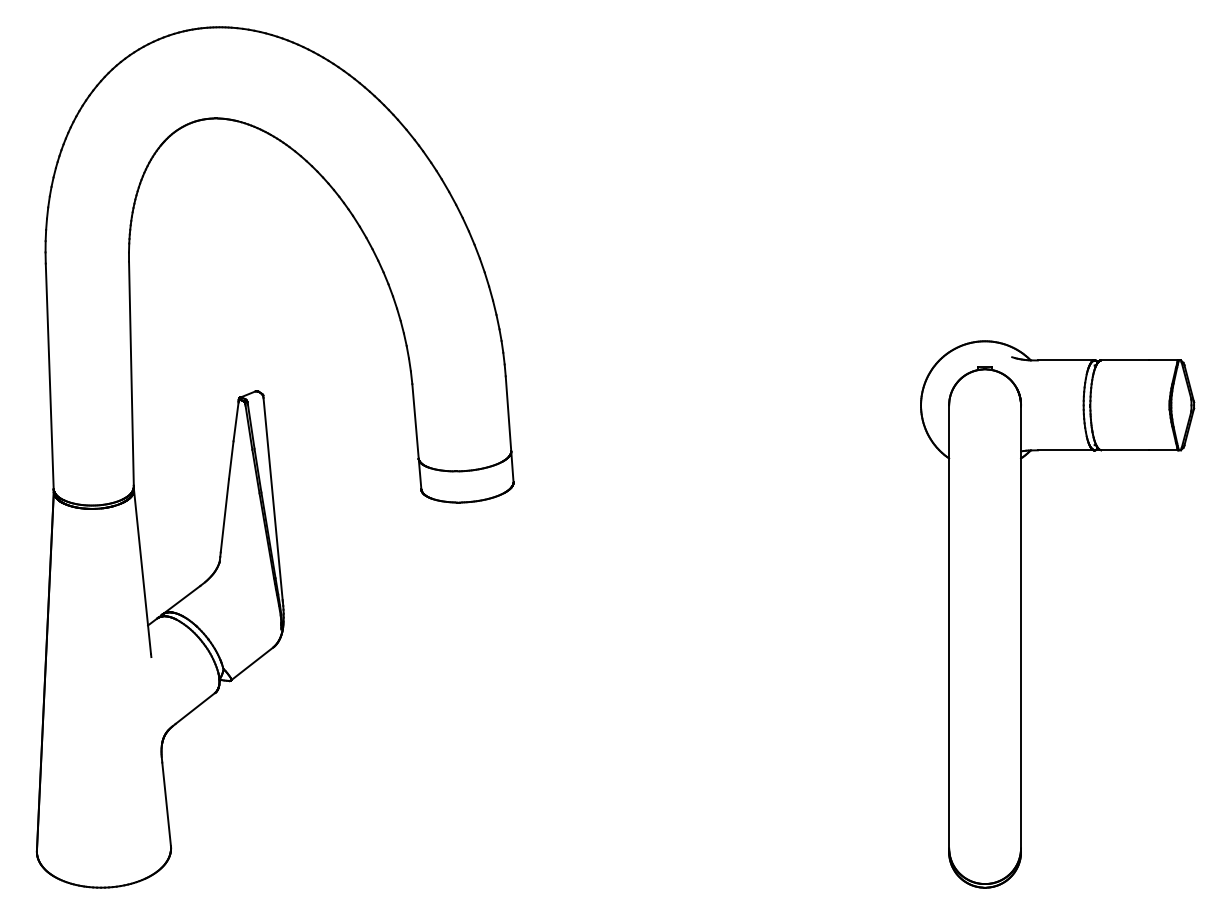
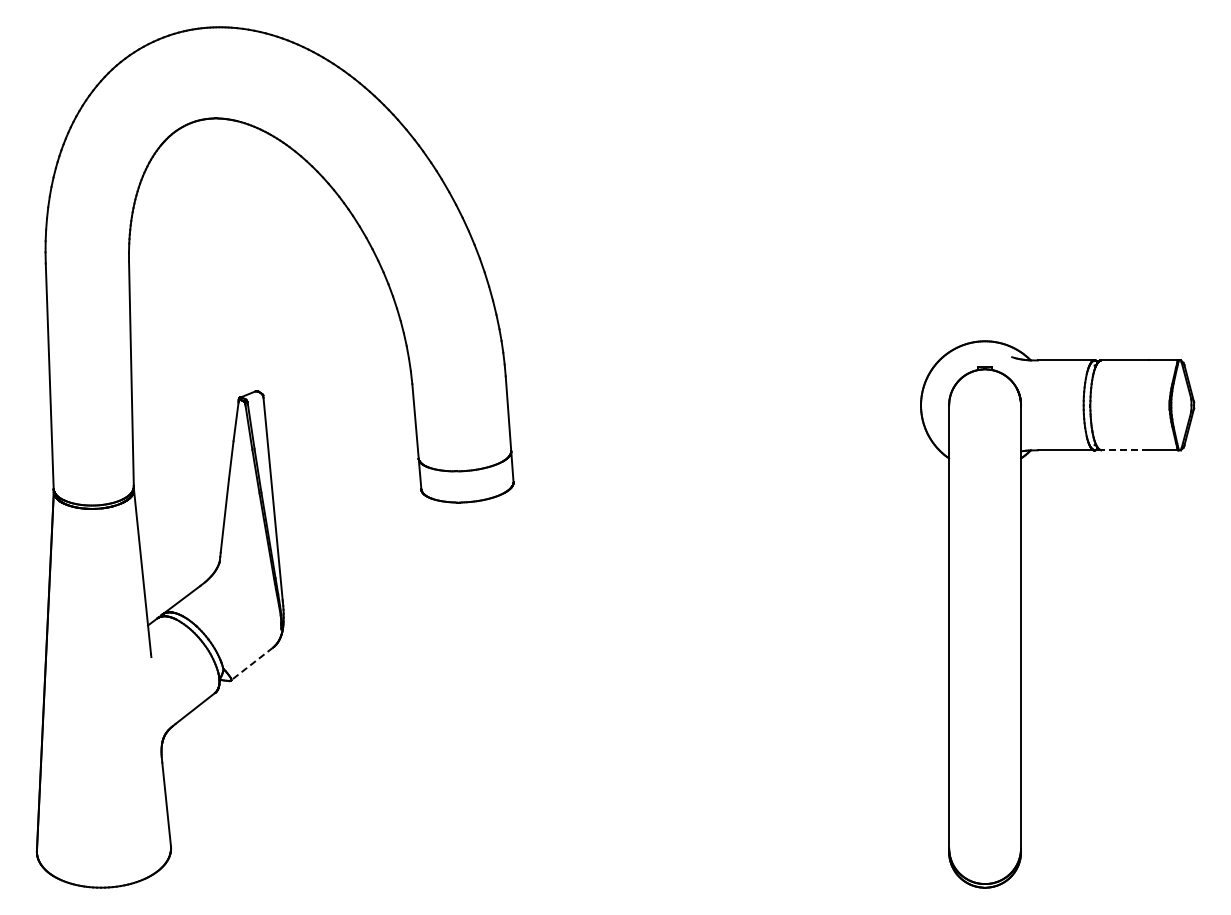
line at (1124, 450): solid -> dashed
line at (252, 664): solid -> dashed
